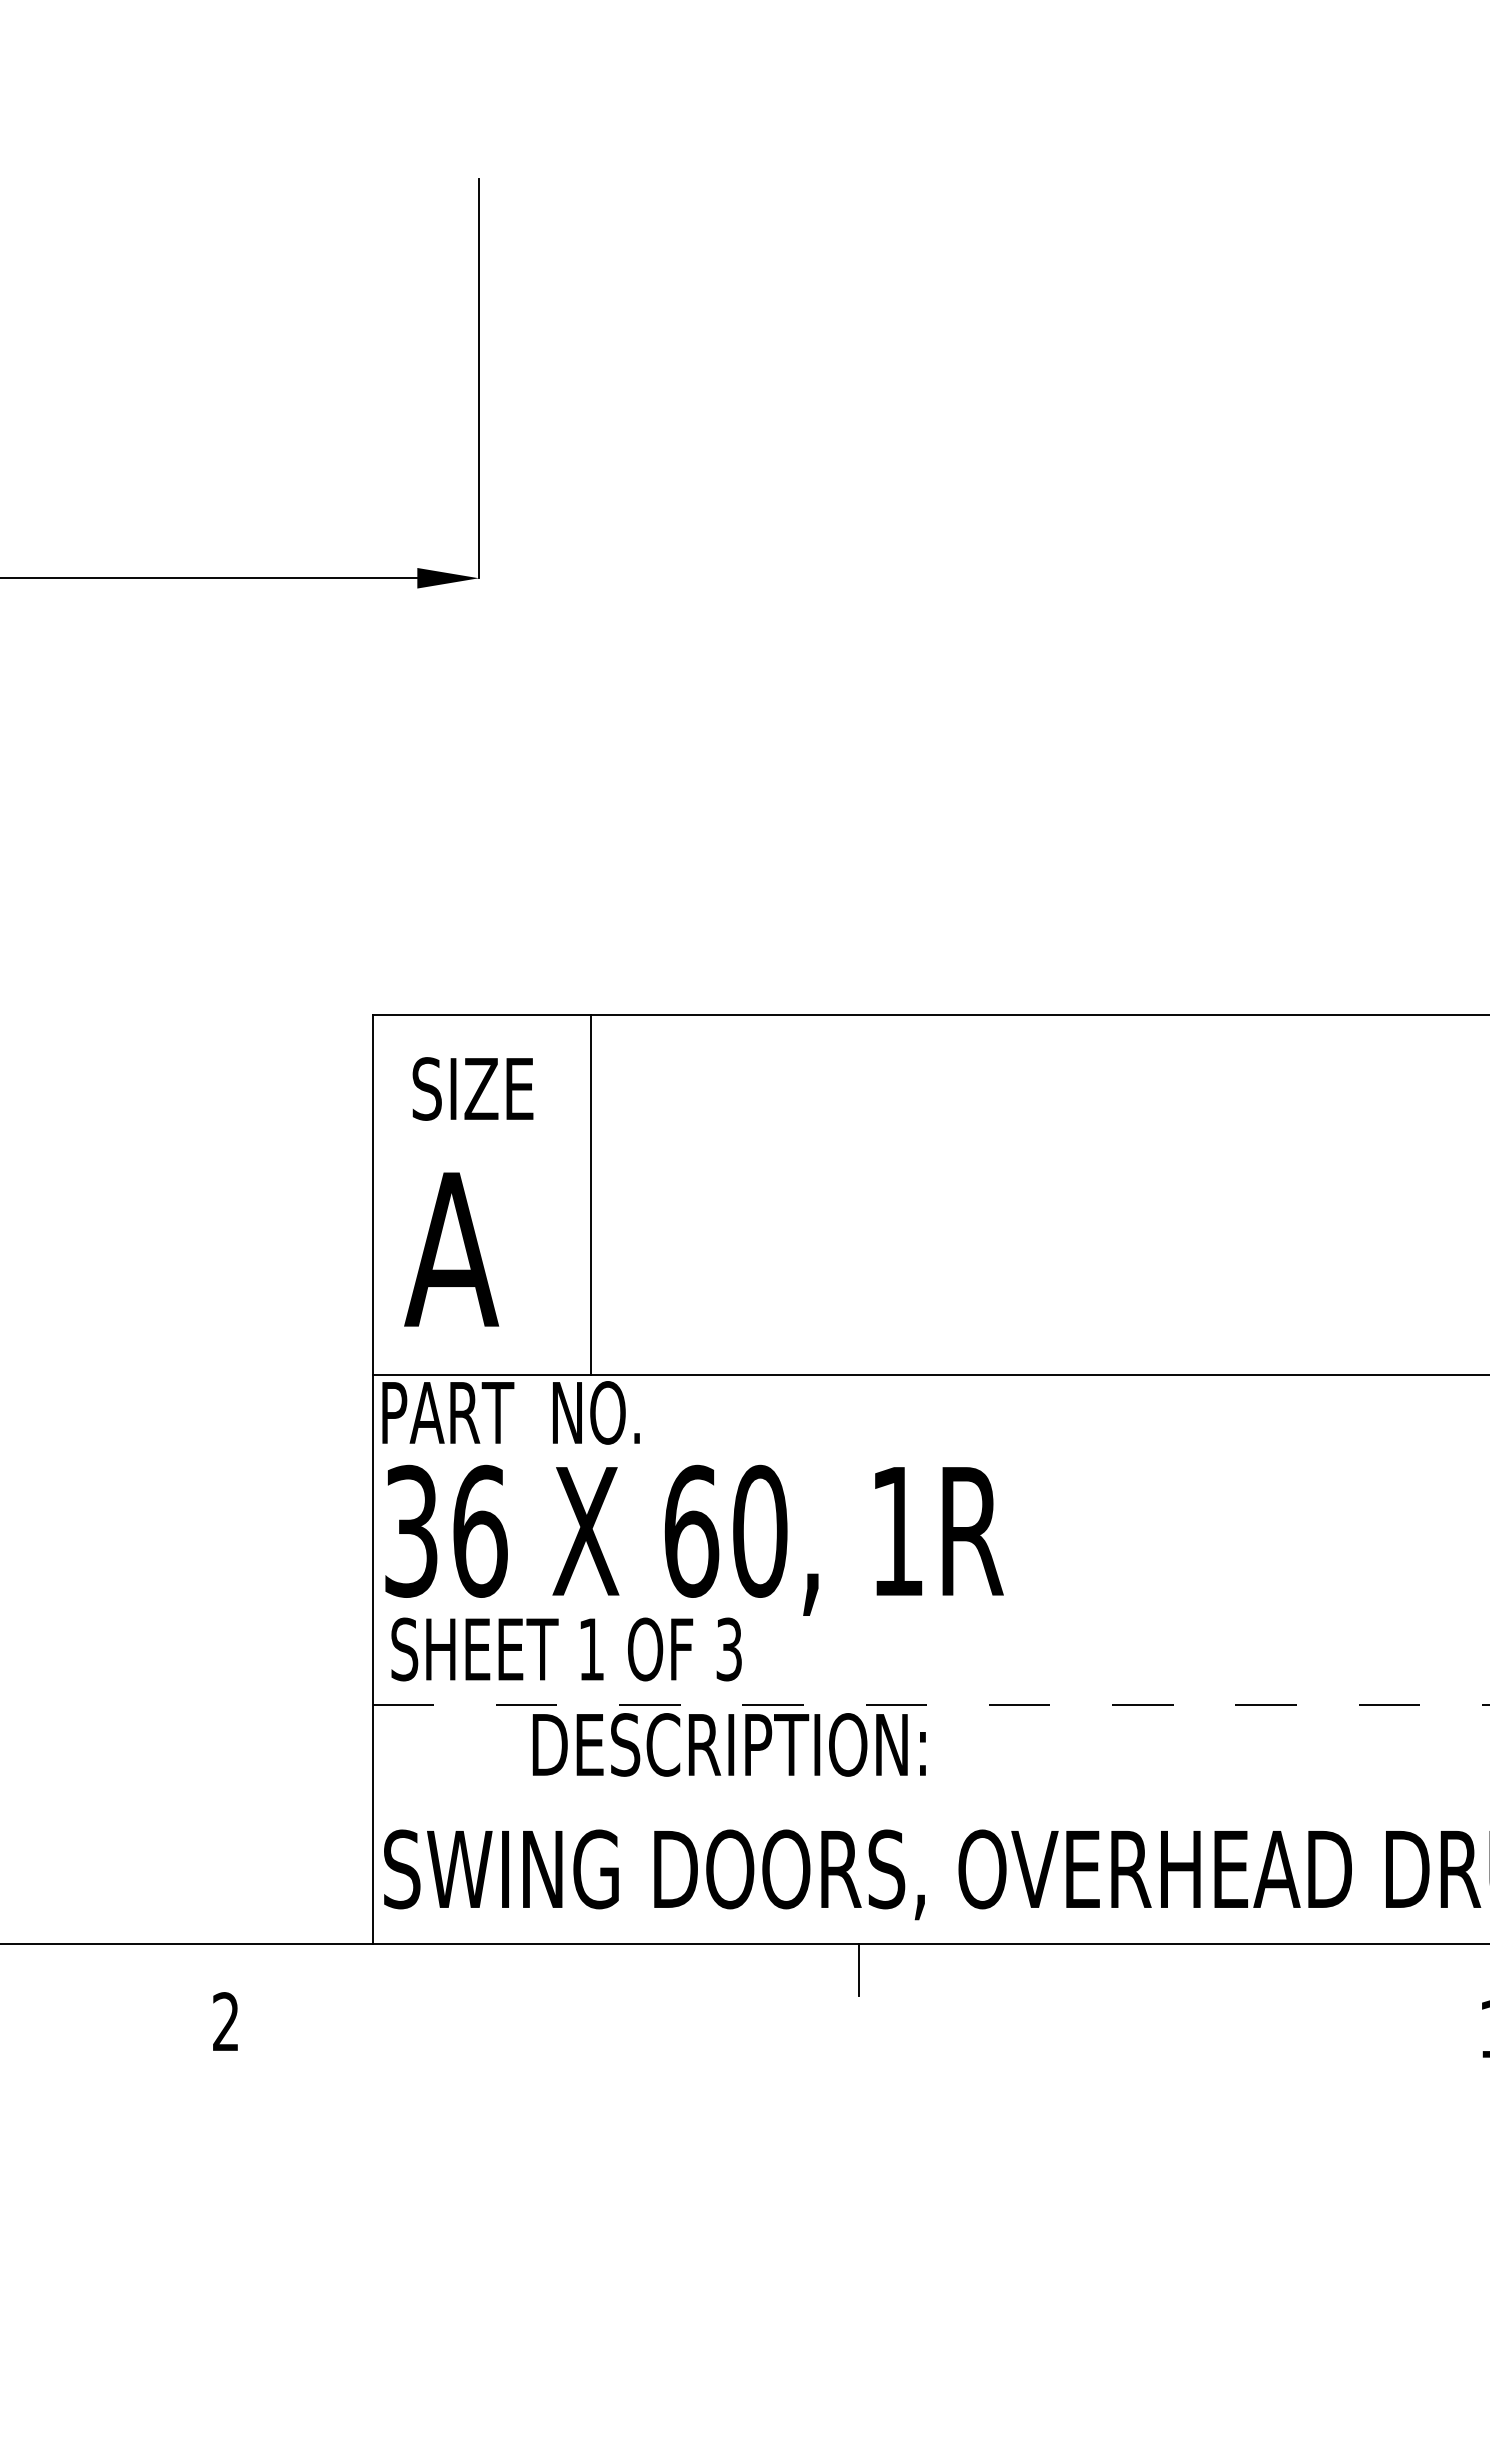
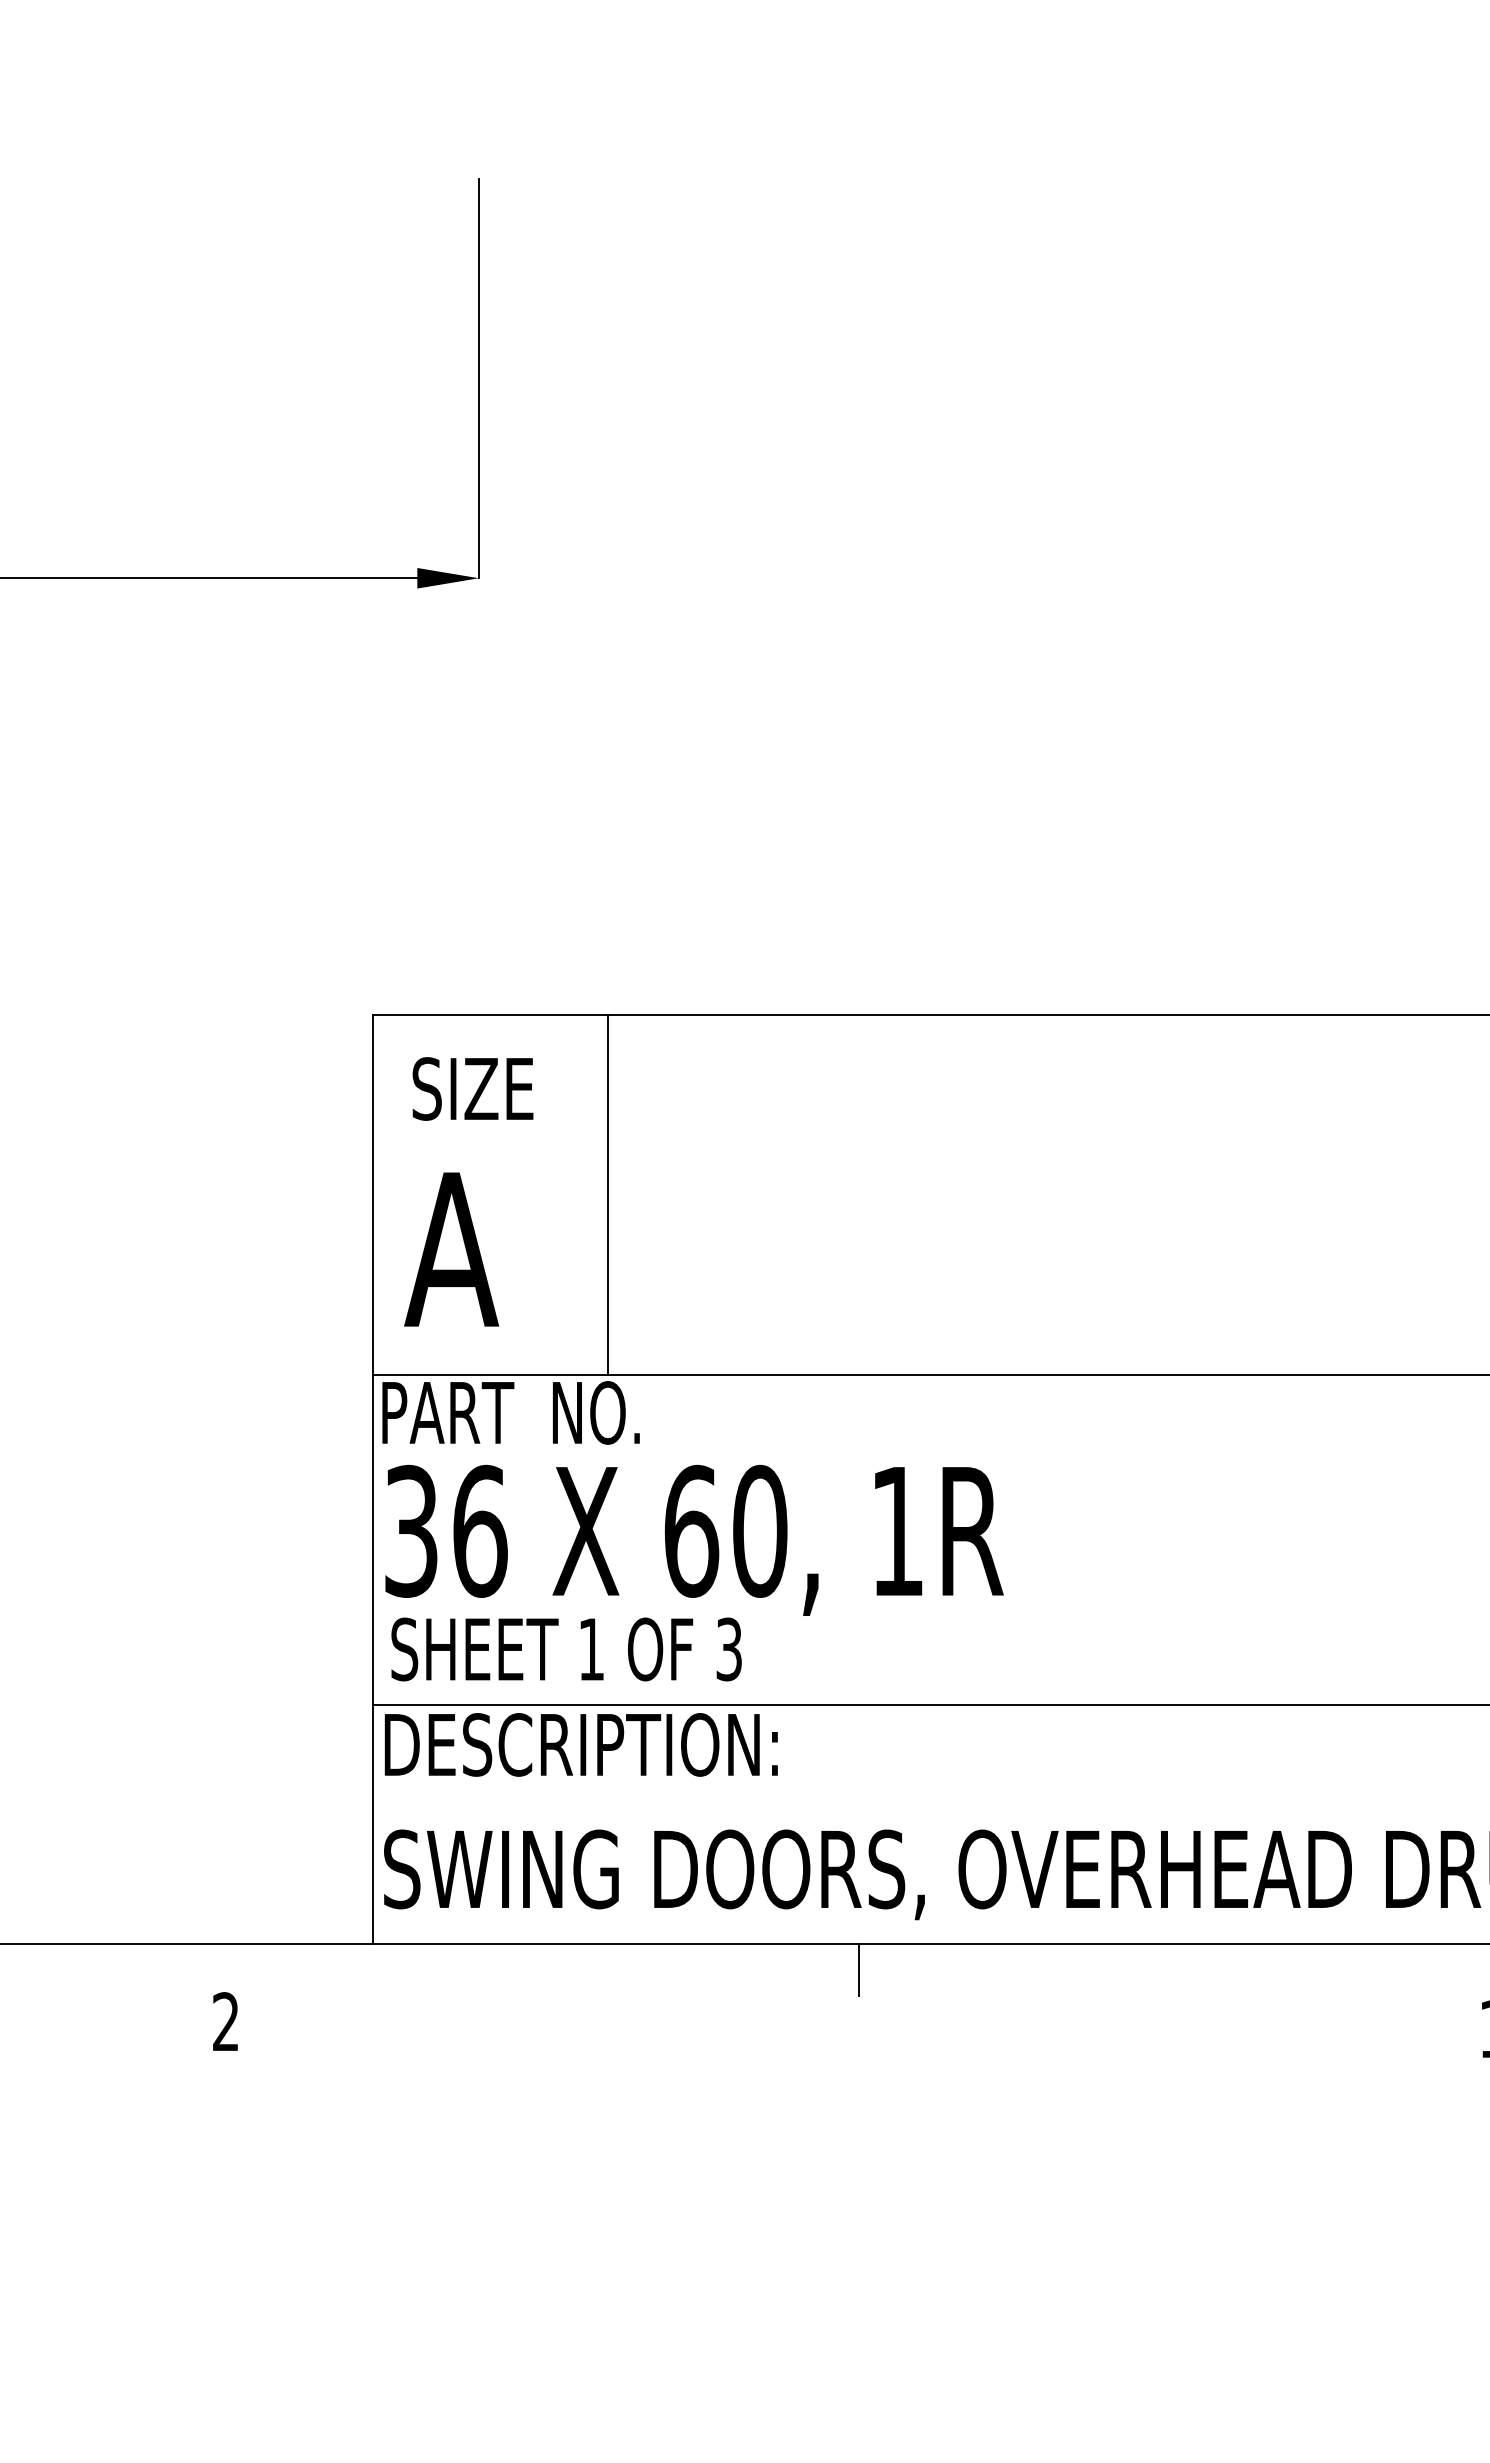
line at (590, 1195) position: (590, 1195) -> (607, 1195)
line at (931, 1704): dashed -> solid
text at (728, 1744) position: (728, 1744) -> (580, 1744)
